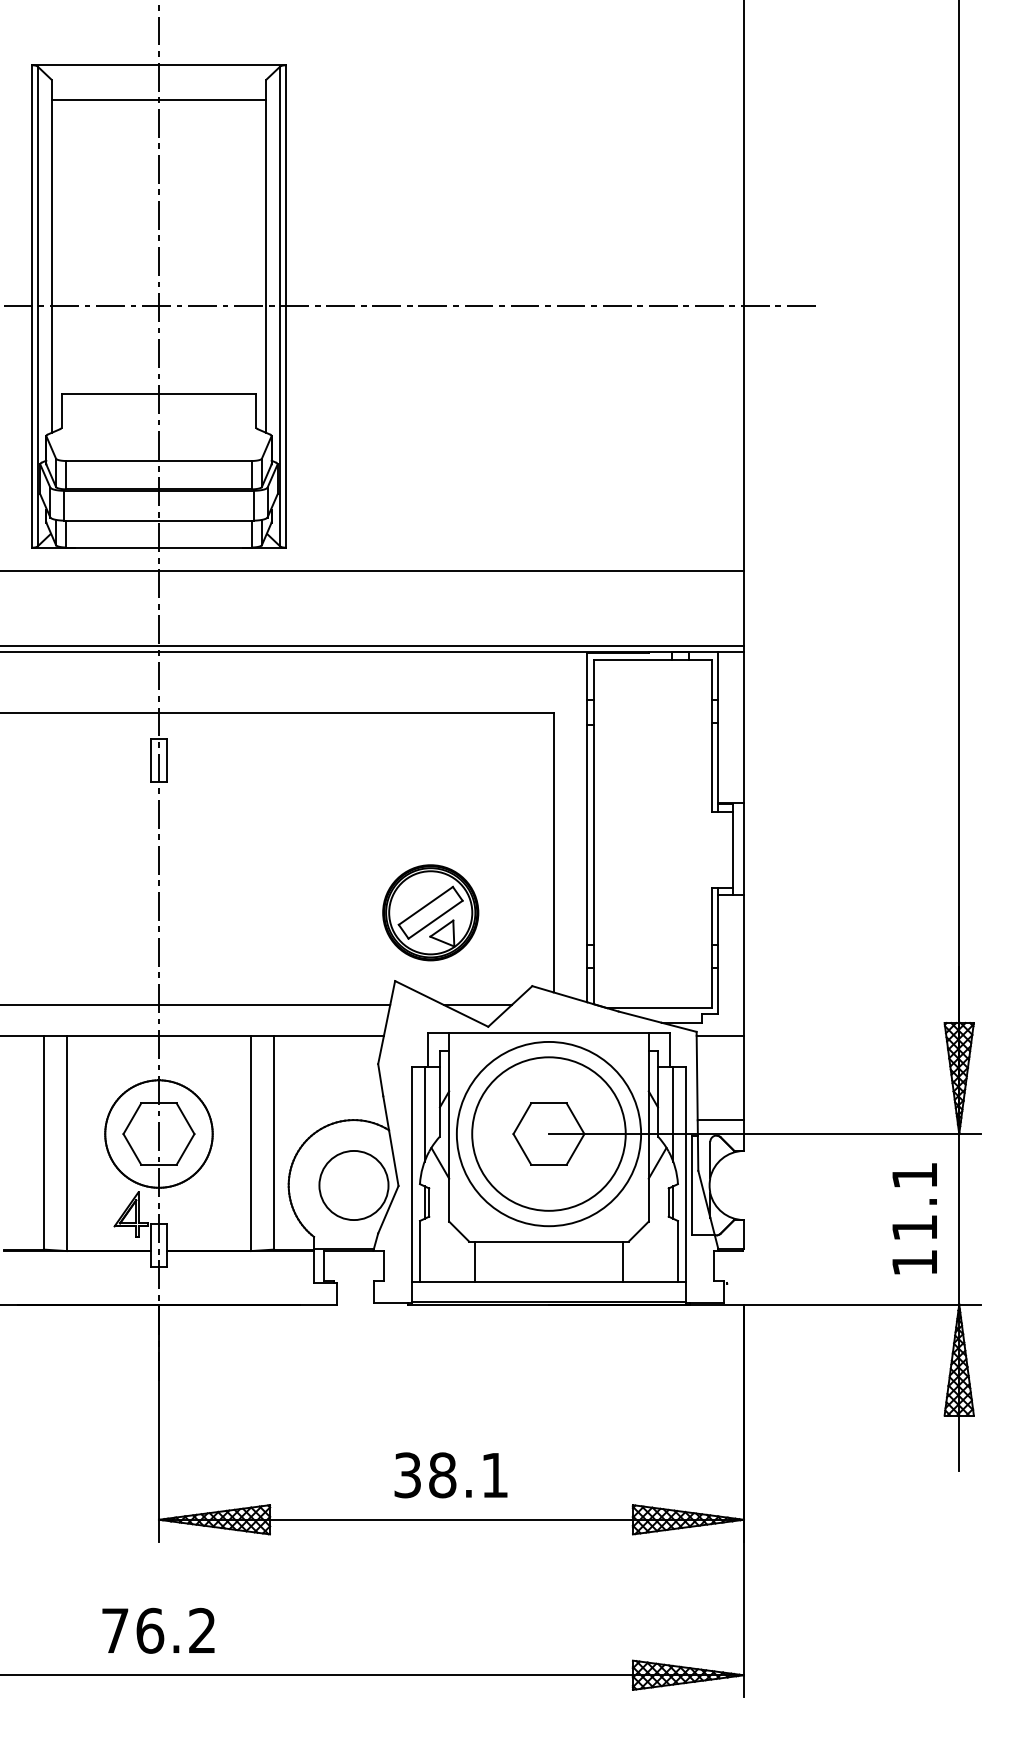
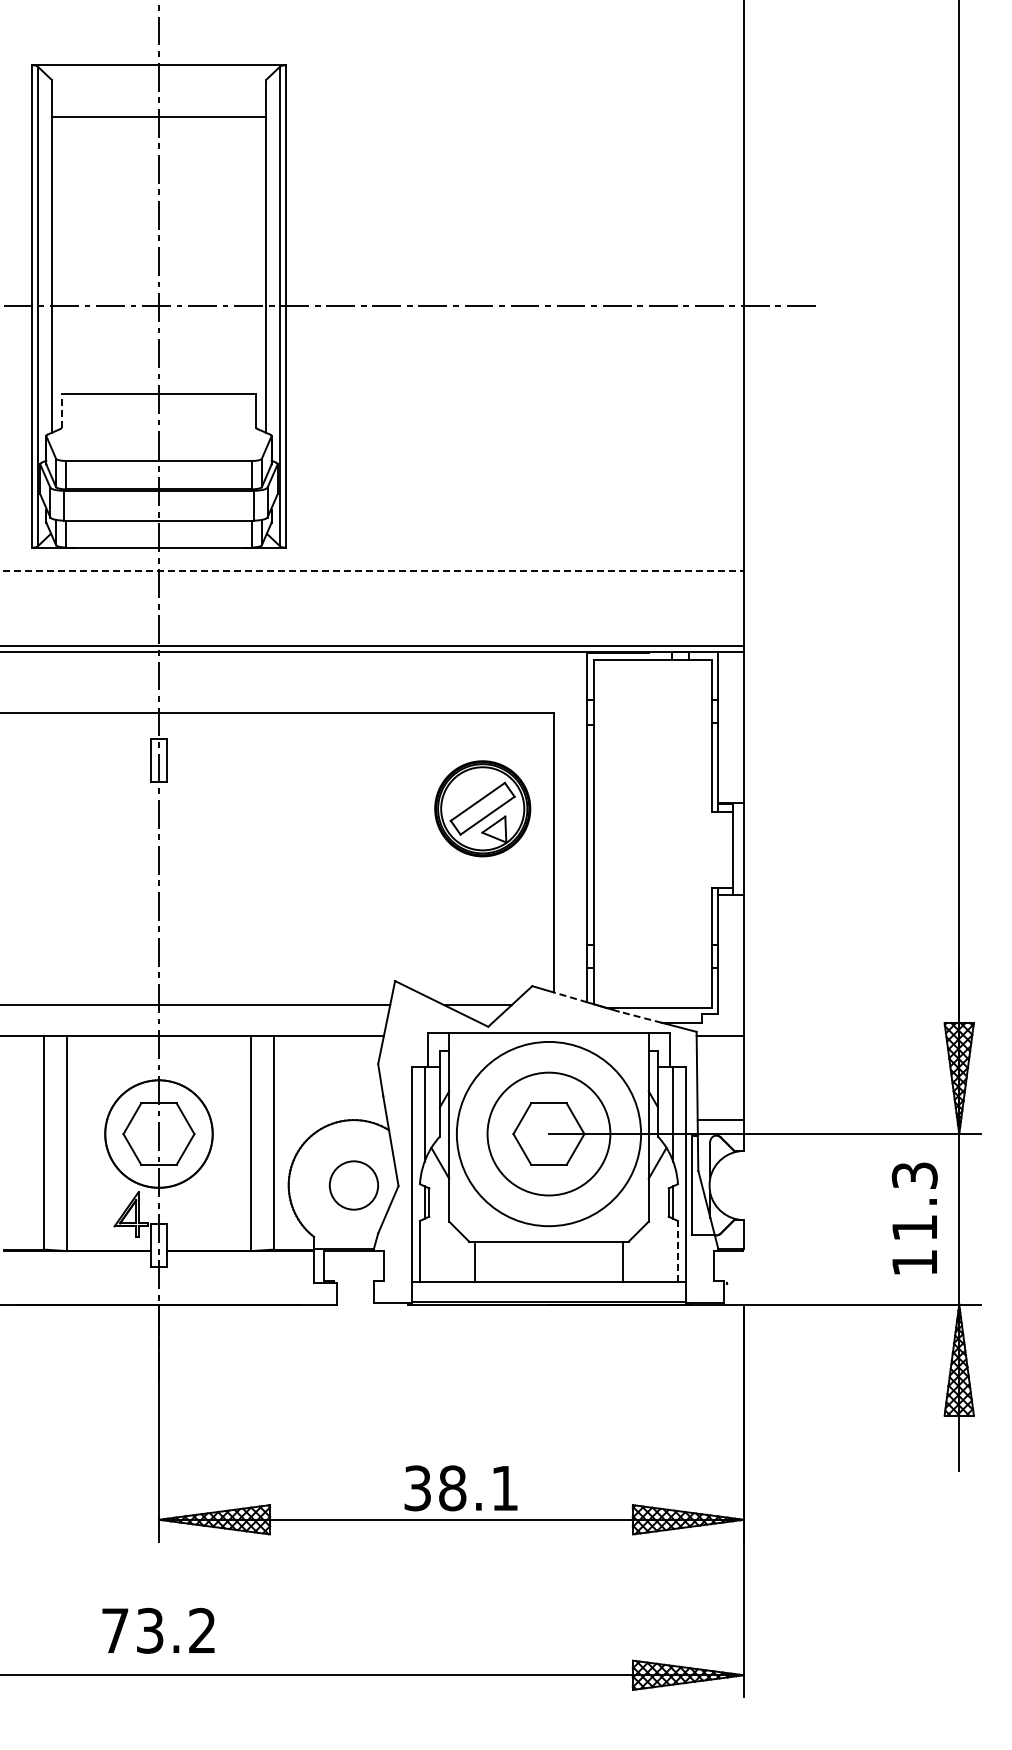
line at (158, 99) position: (158, 99) -> (158, 116)
line at (61, 410): solid -> dashed
line at (372, 571): solid -> dashed
part at (430, 912) position: (430, 912) -> (482, 808)
line at (570, 997): solid -> dashed
line at (639, 1017): solid -> dashed
circle at (548, 1133) diameter: 154 px -> 123 px
text at (914, 1175): 11.1 -> 11.3
circle at (353, 1185) diameter: 69 px -> 48 px
line at (677, 1251): solid -> dashed
text at (450, 1475) position: (450, 1475) -> (460, 1488)
text at (150, 1630): 76.2 -> 73.2
